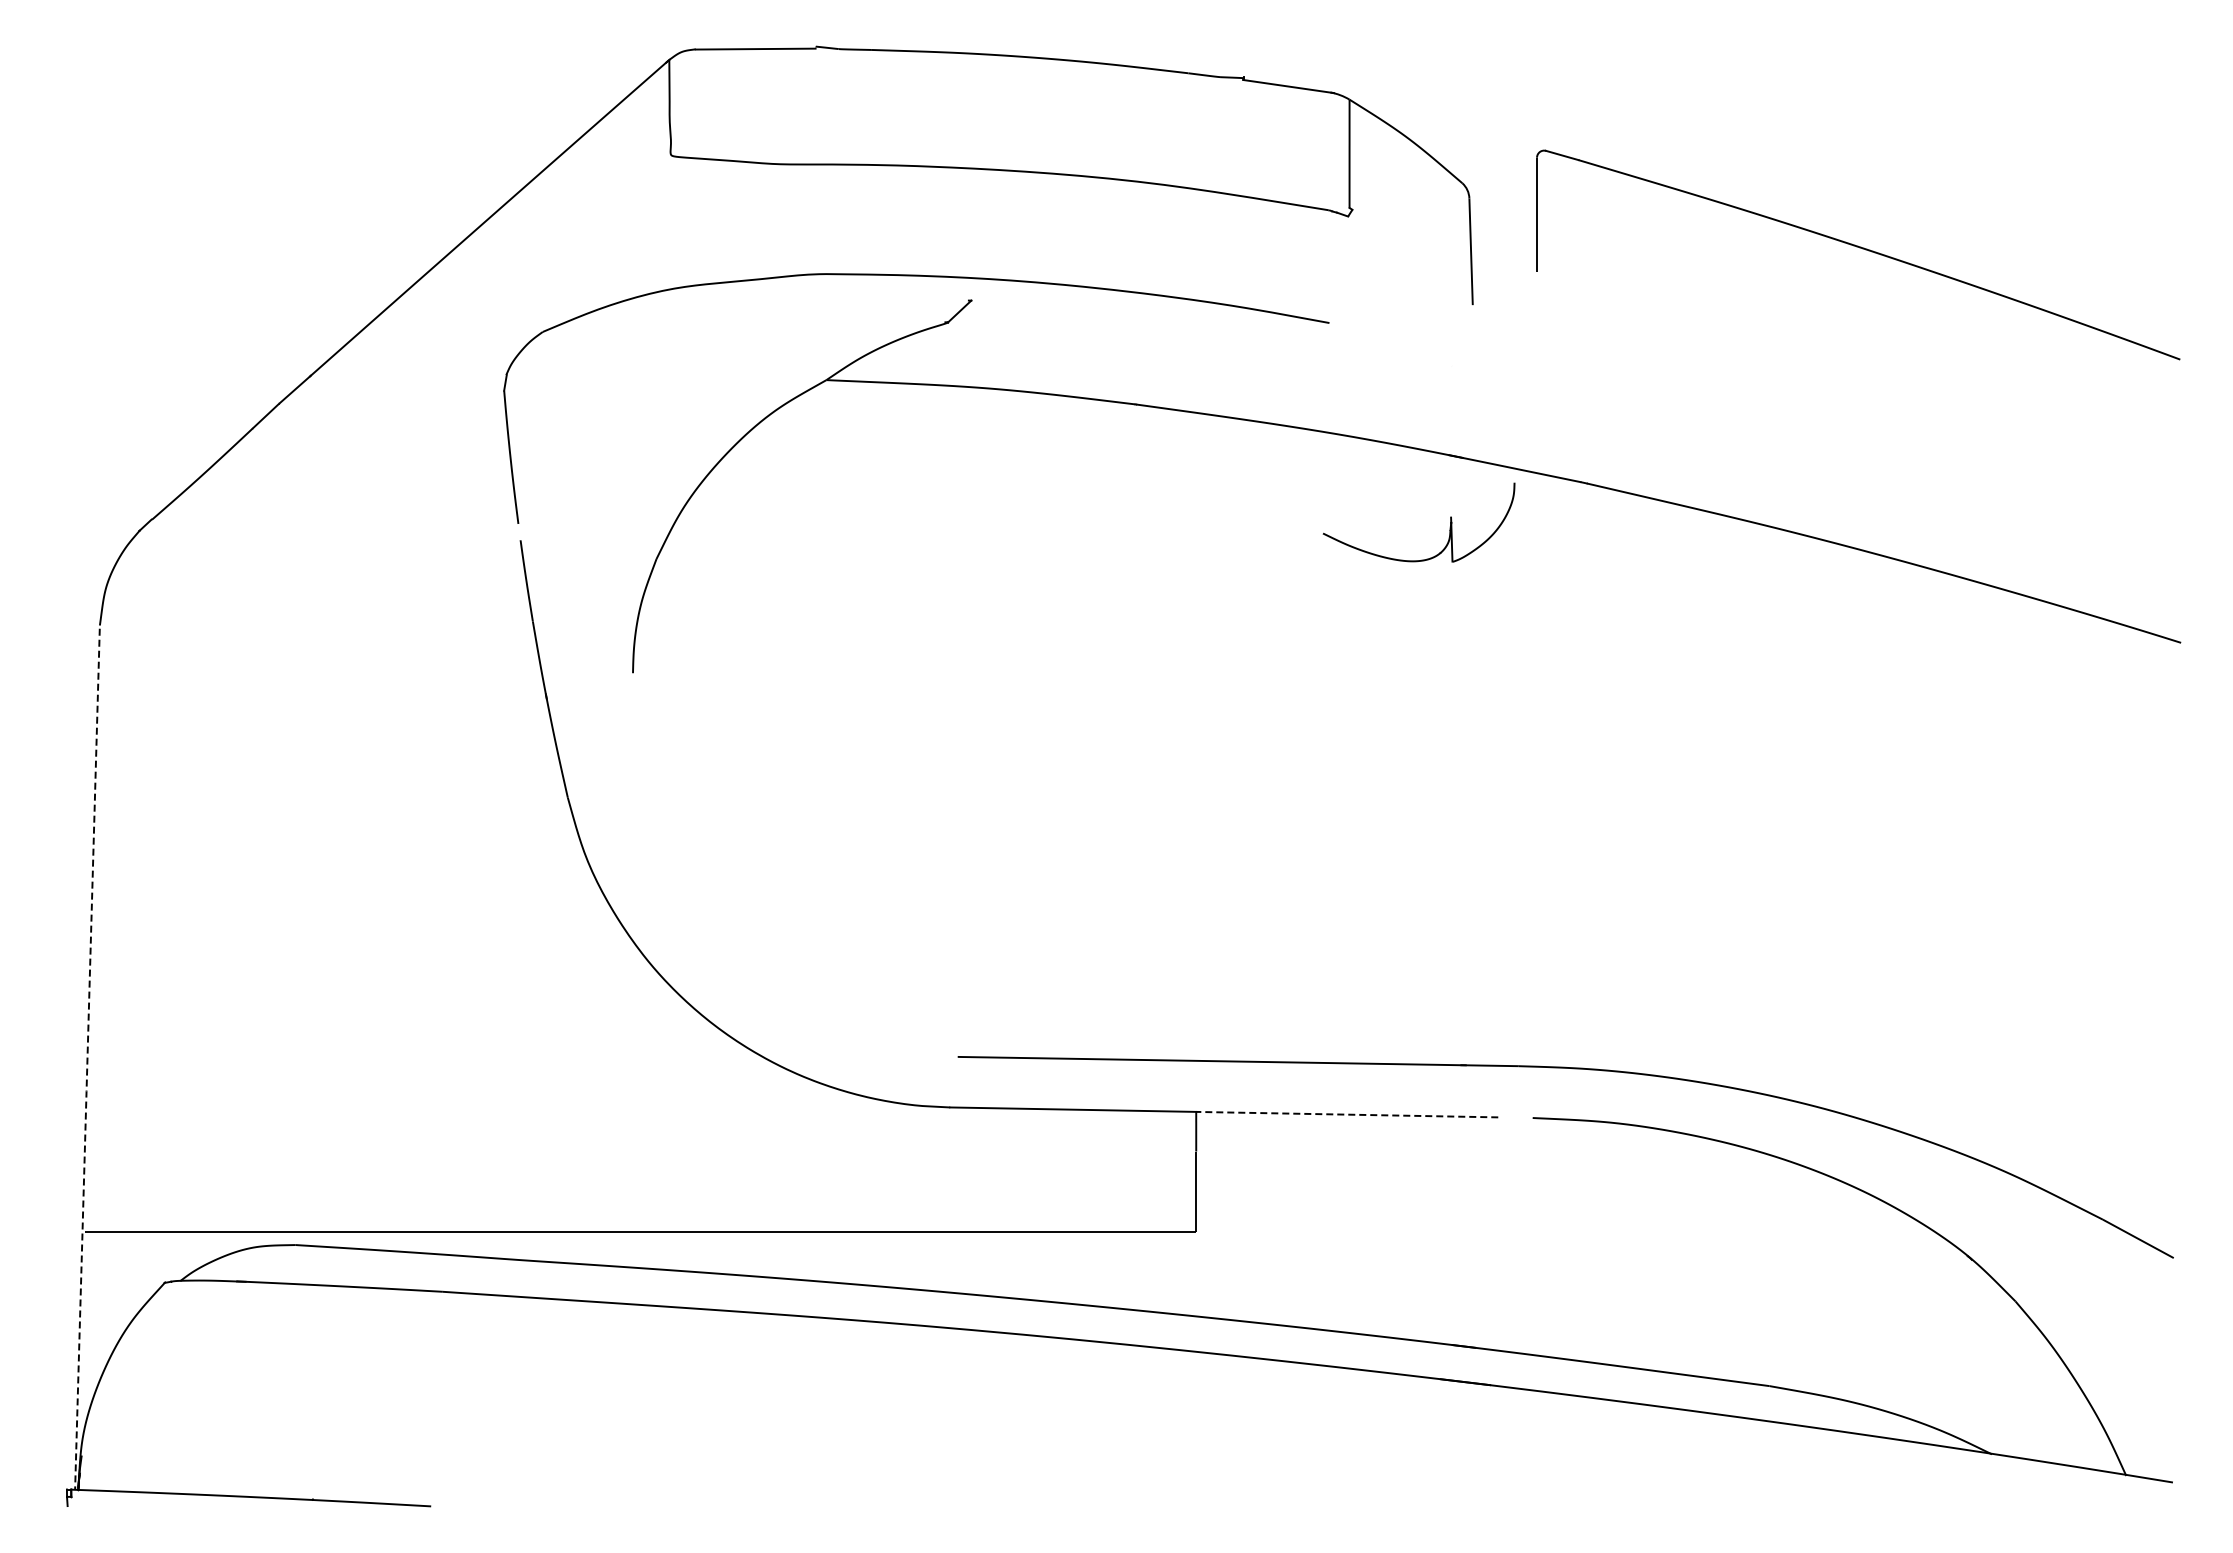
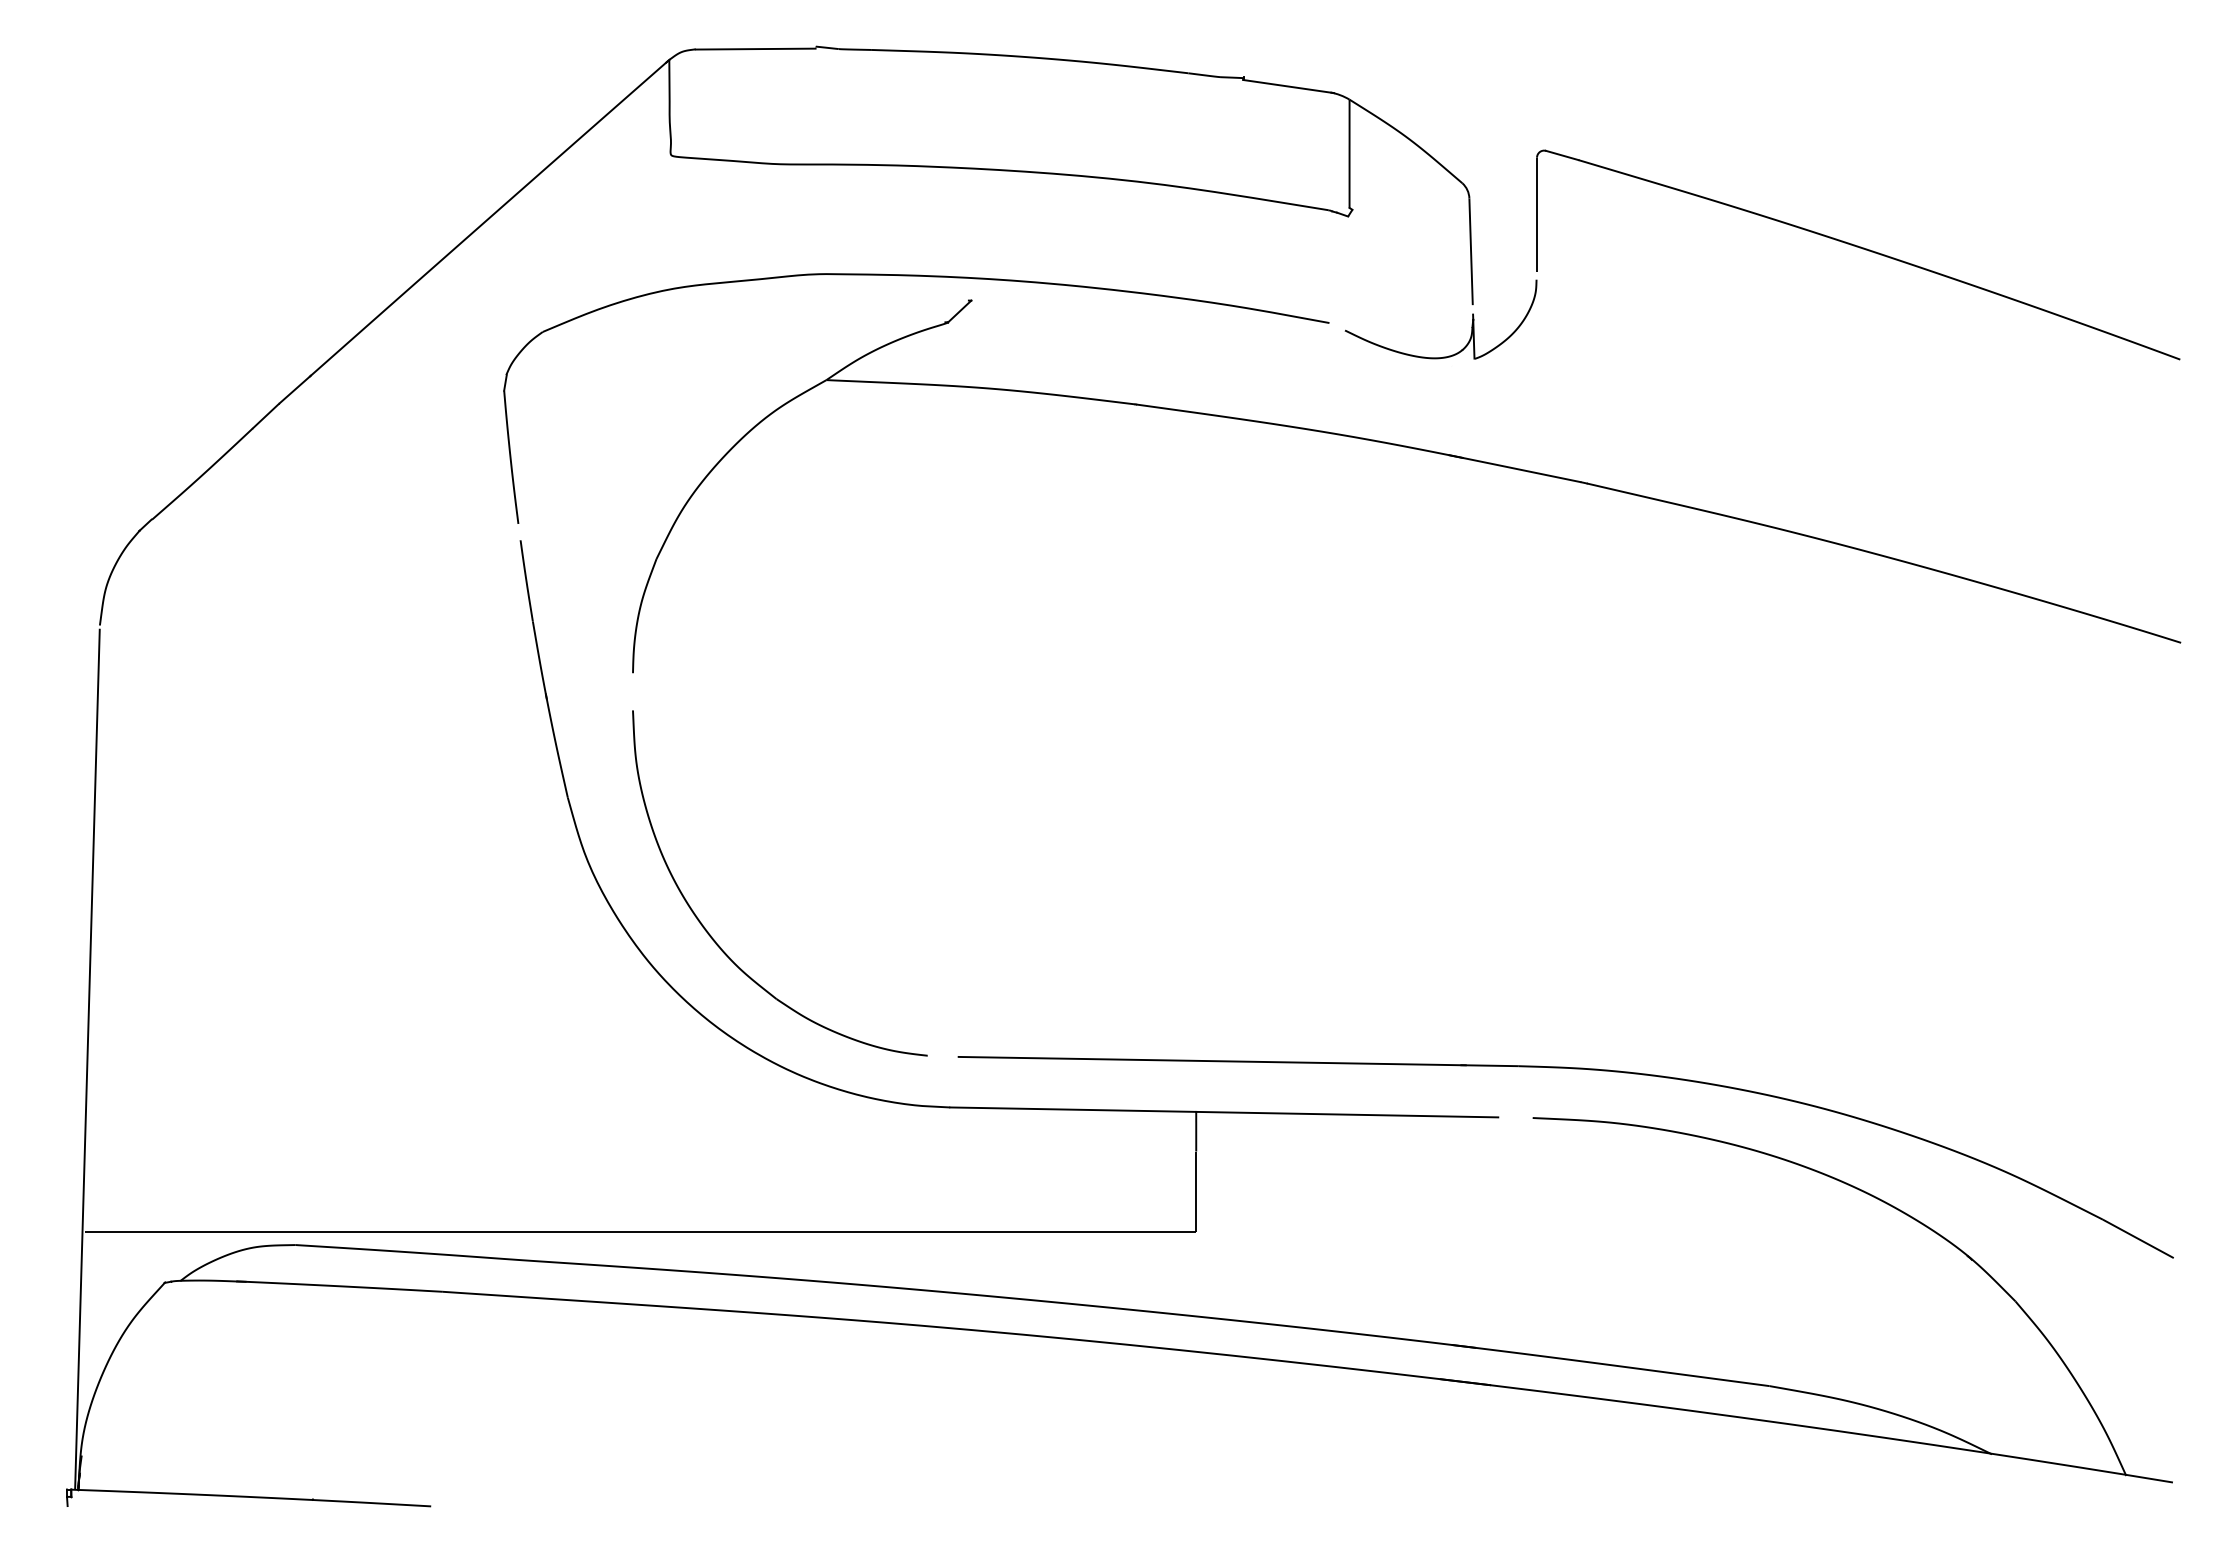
part at (1449, 527) position: (1449, 527) -> (1471, 324)
part at (711, 935): none -> present
line at (87, 1059): dashed -> solid
line at (1346, 1114): dashed -> solid
